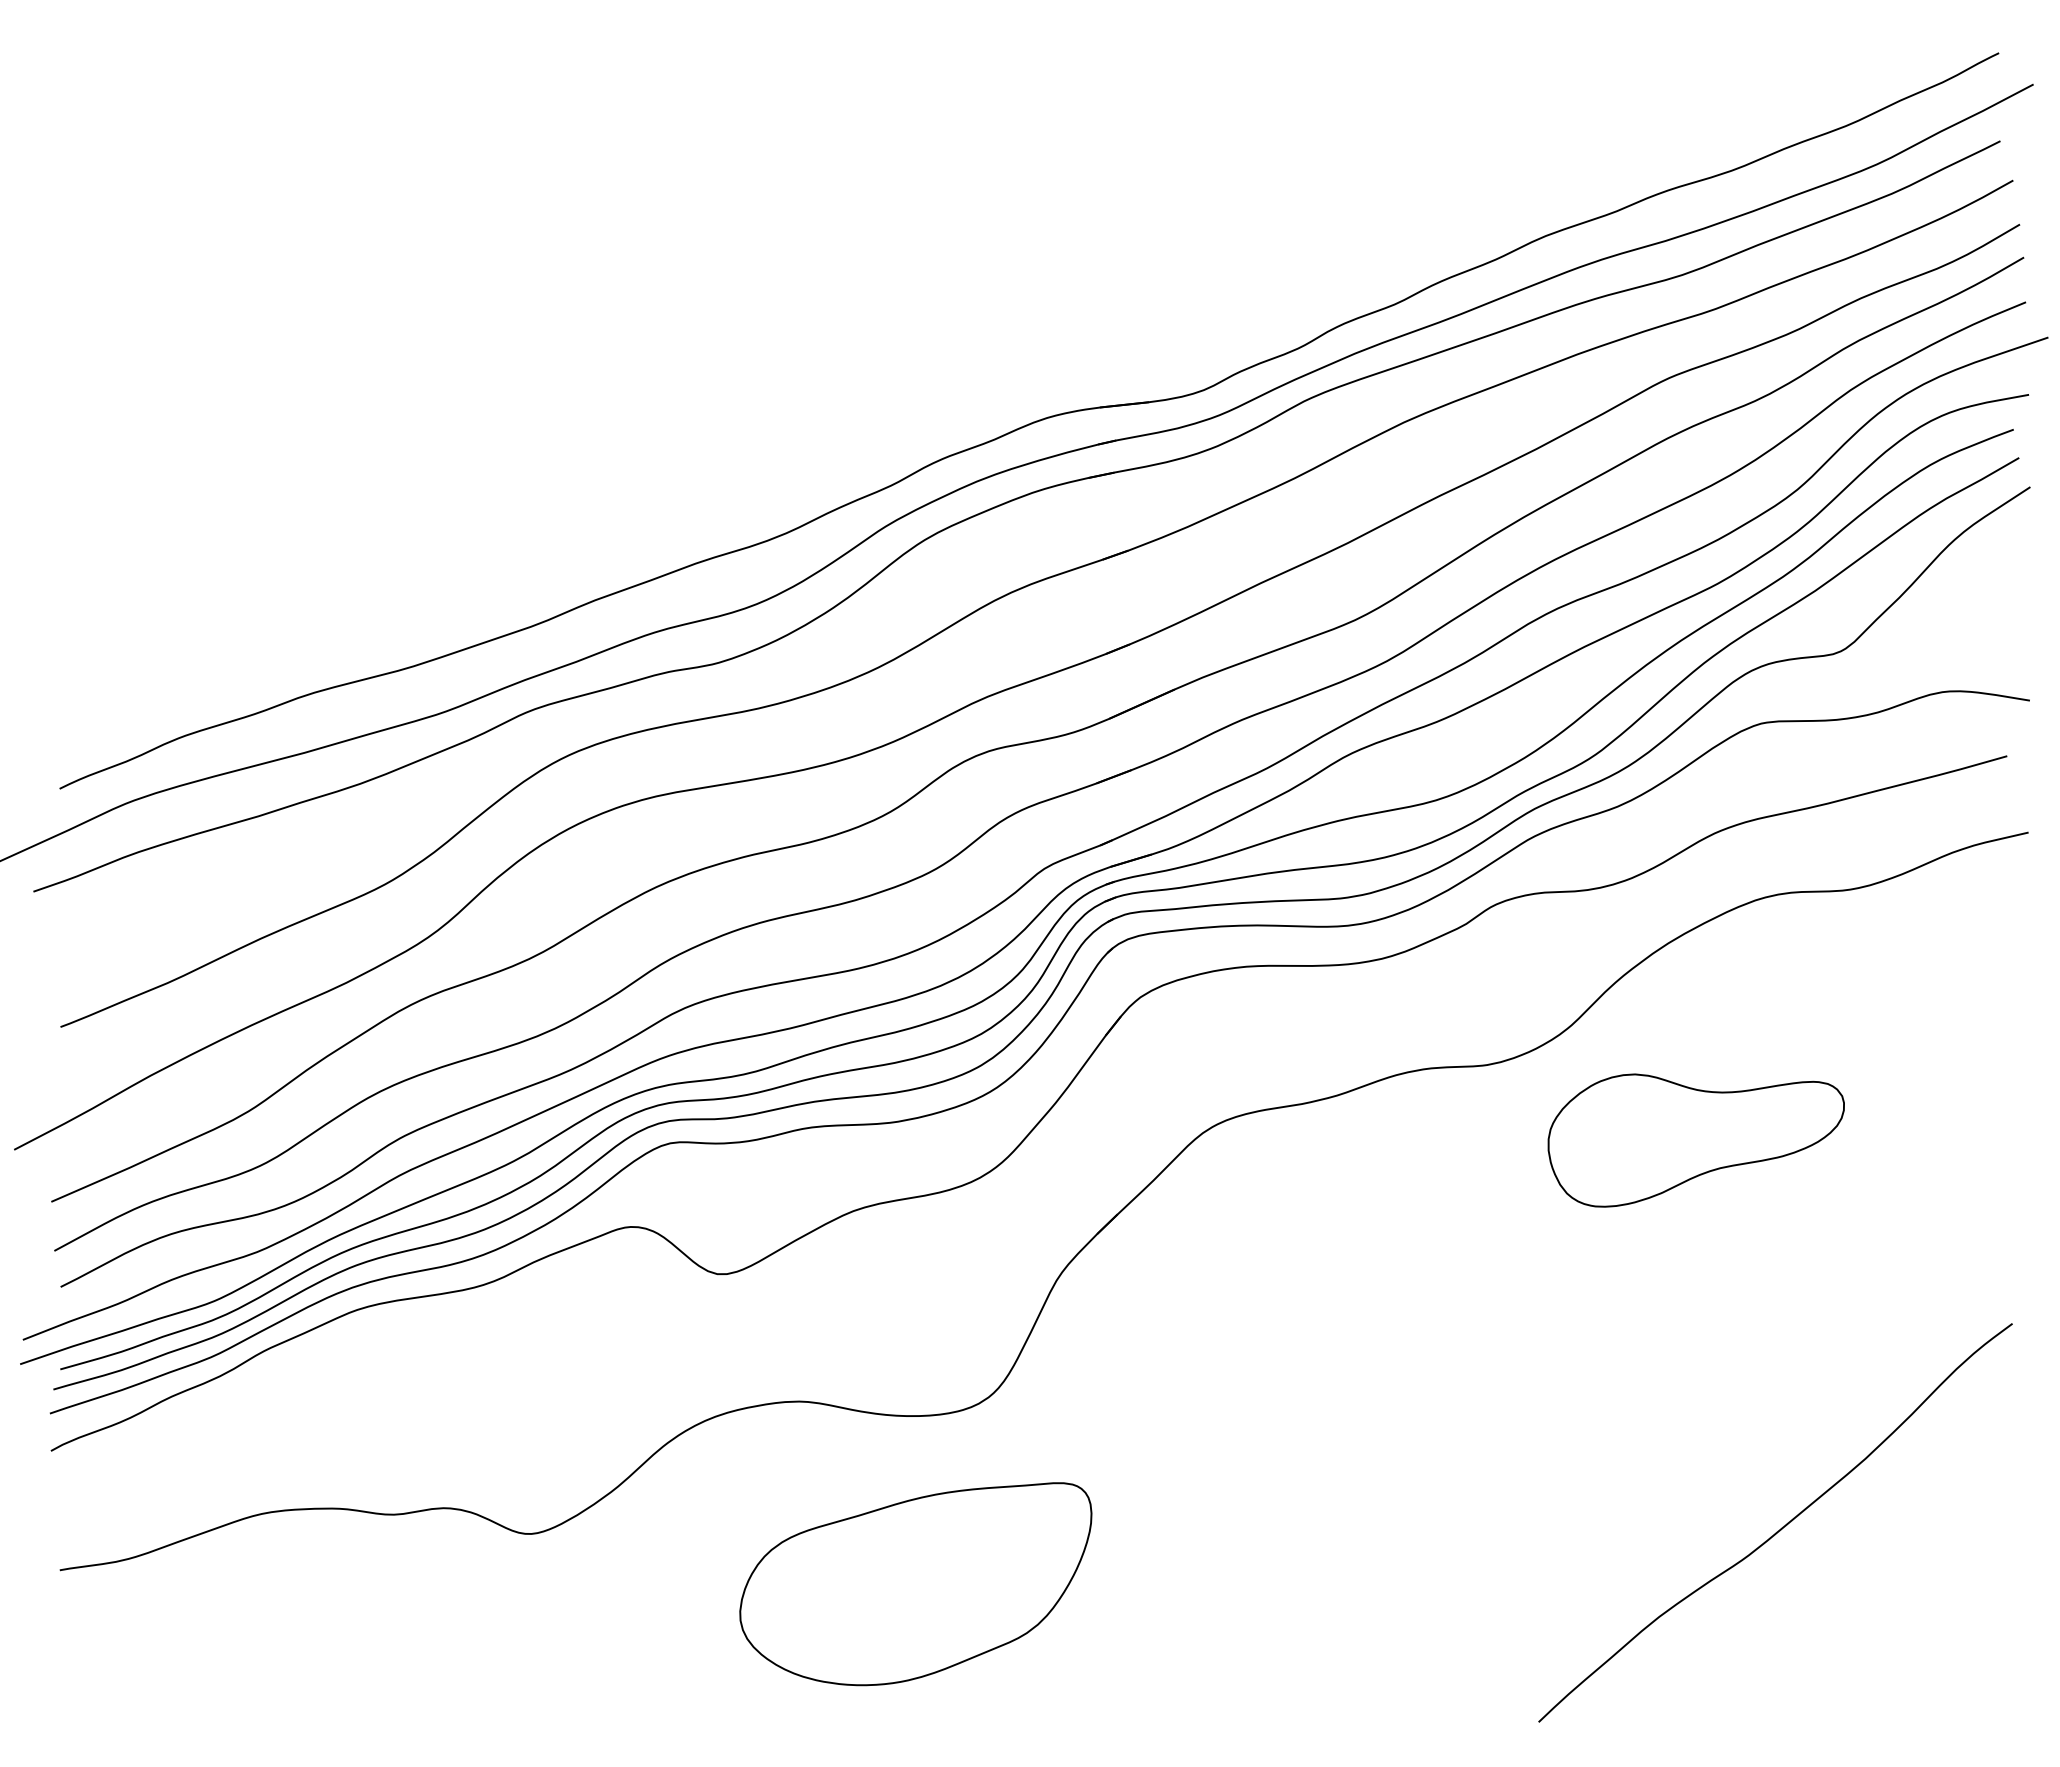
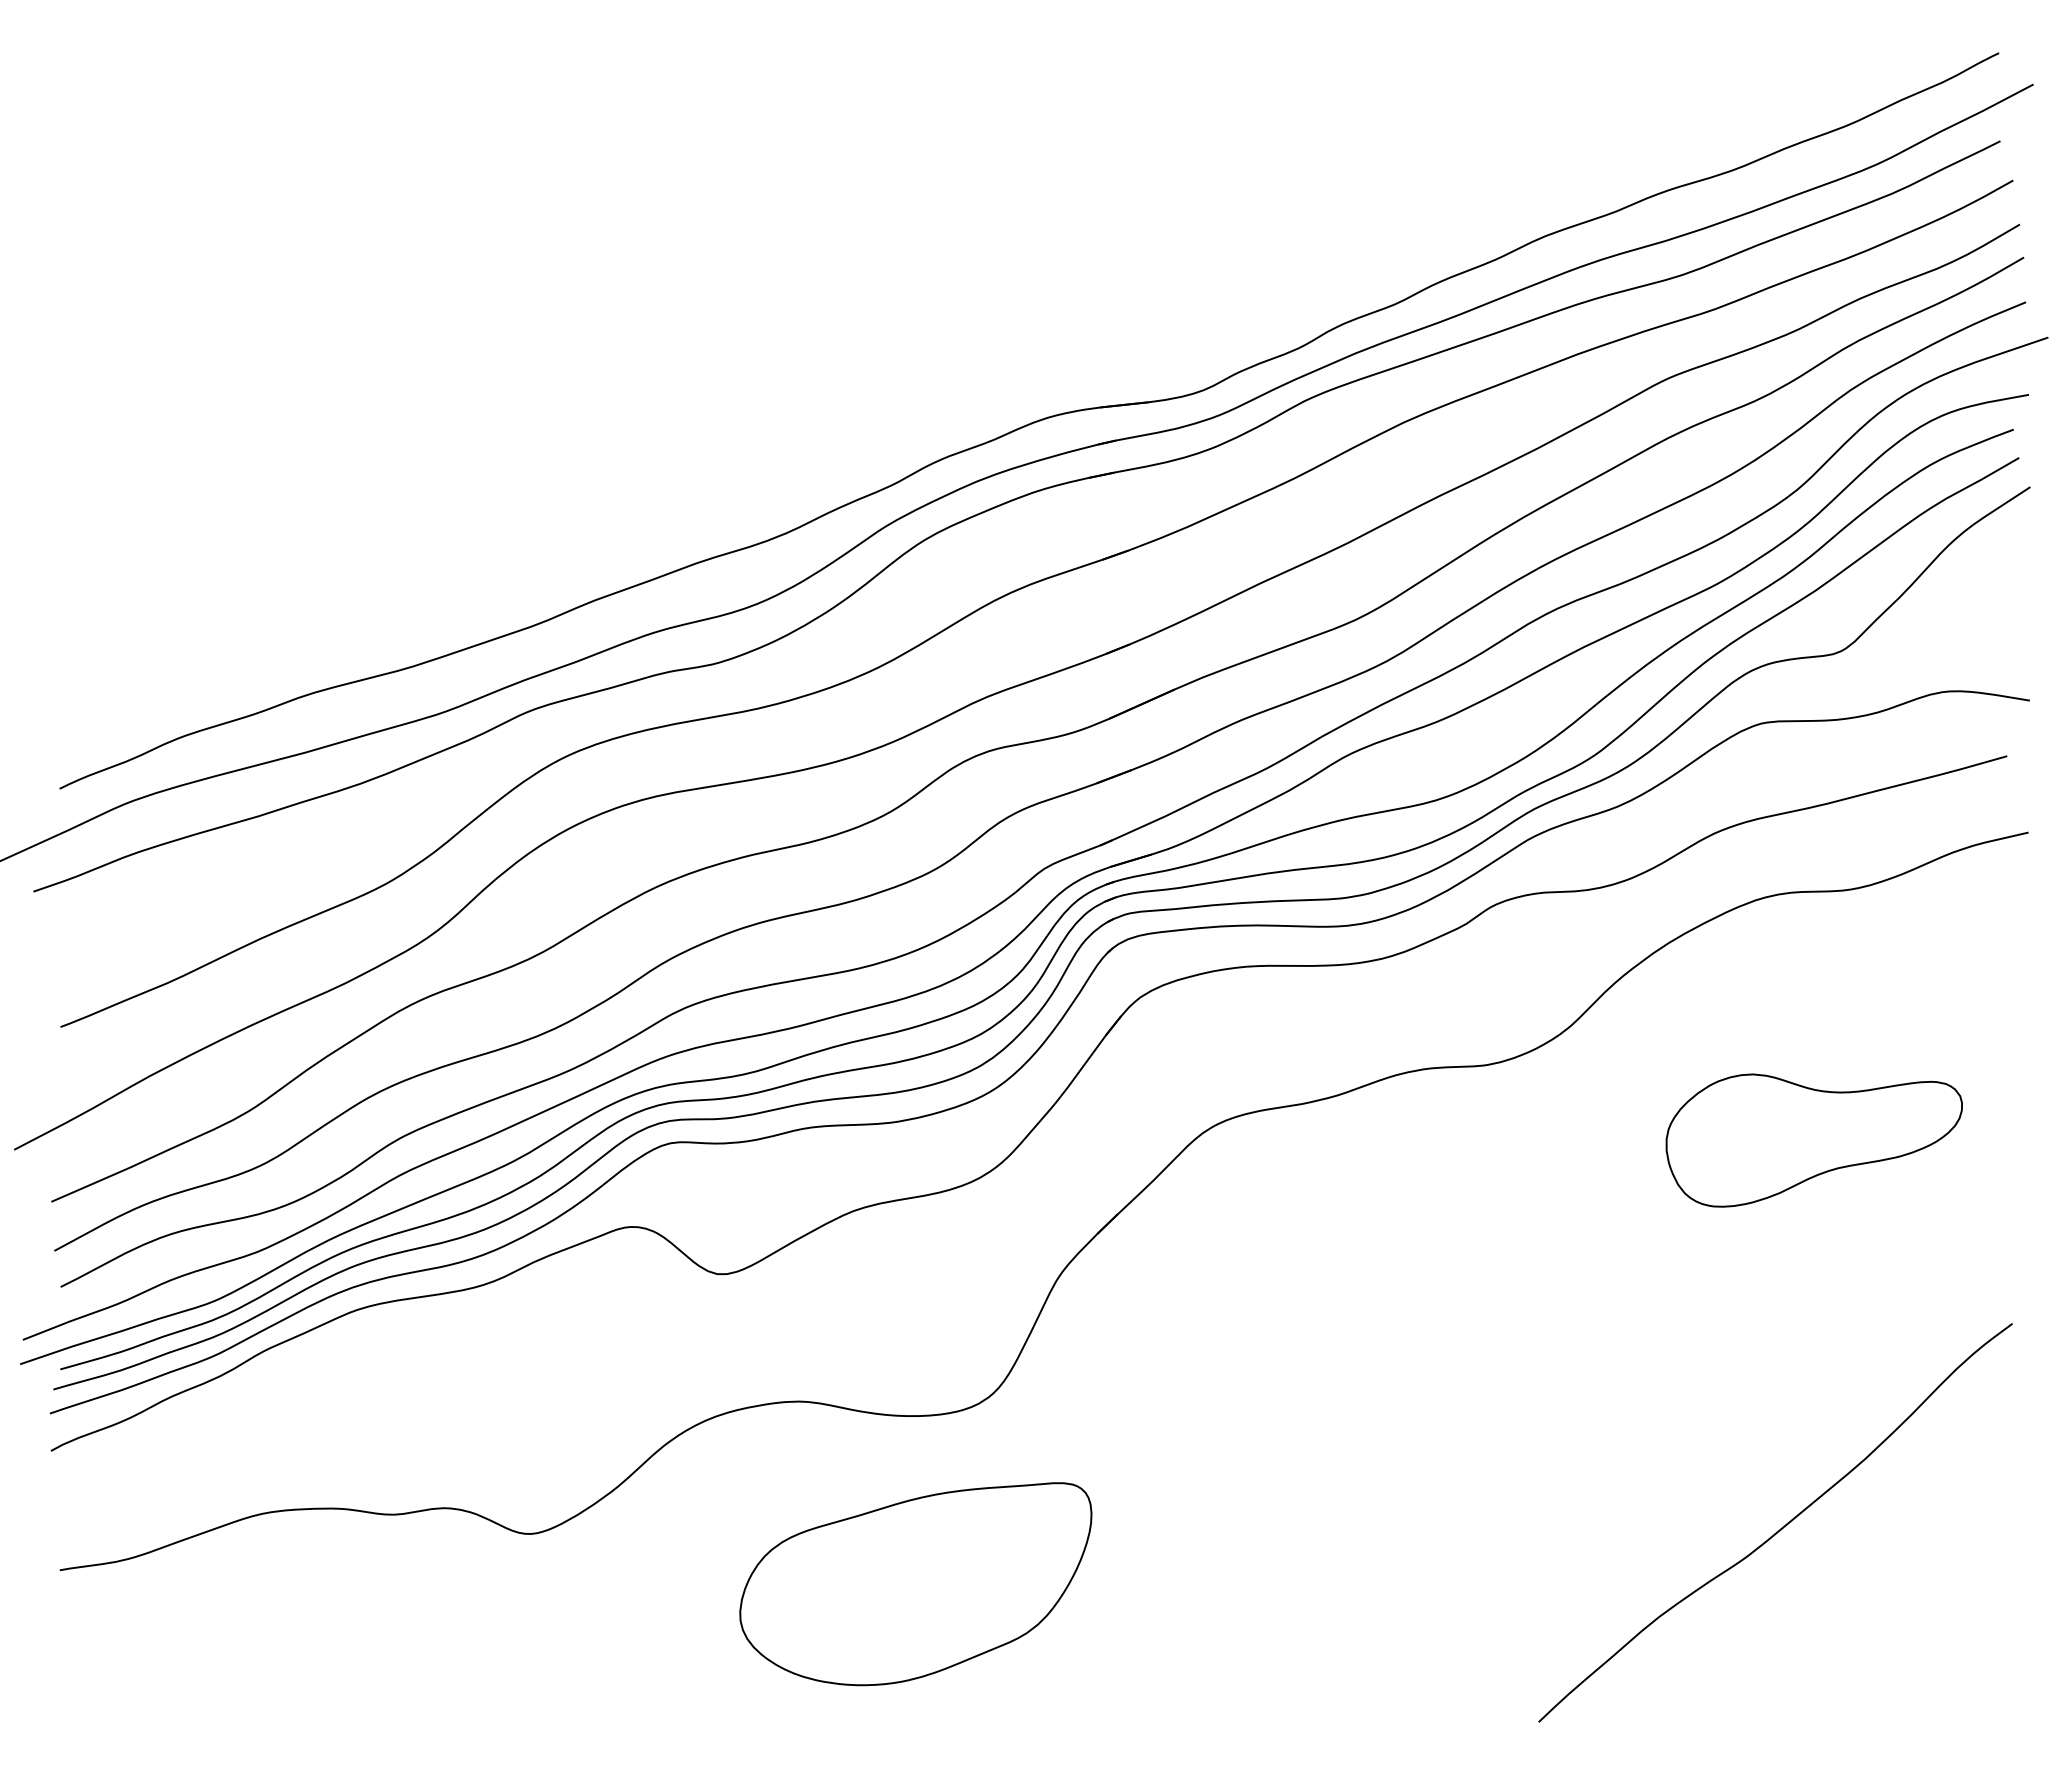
part at (1695, 1140) position: (1695, 1140) -> (1813, 1140)
